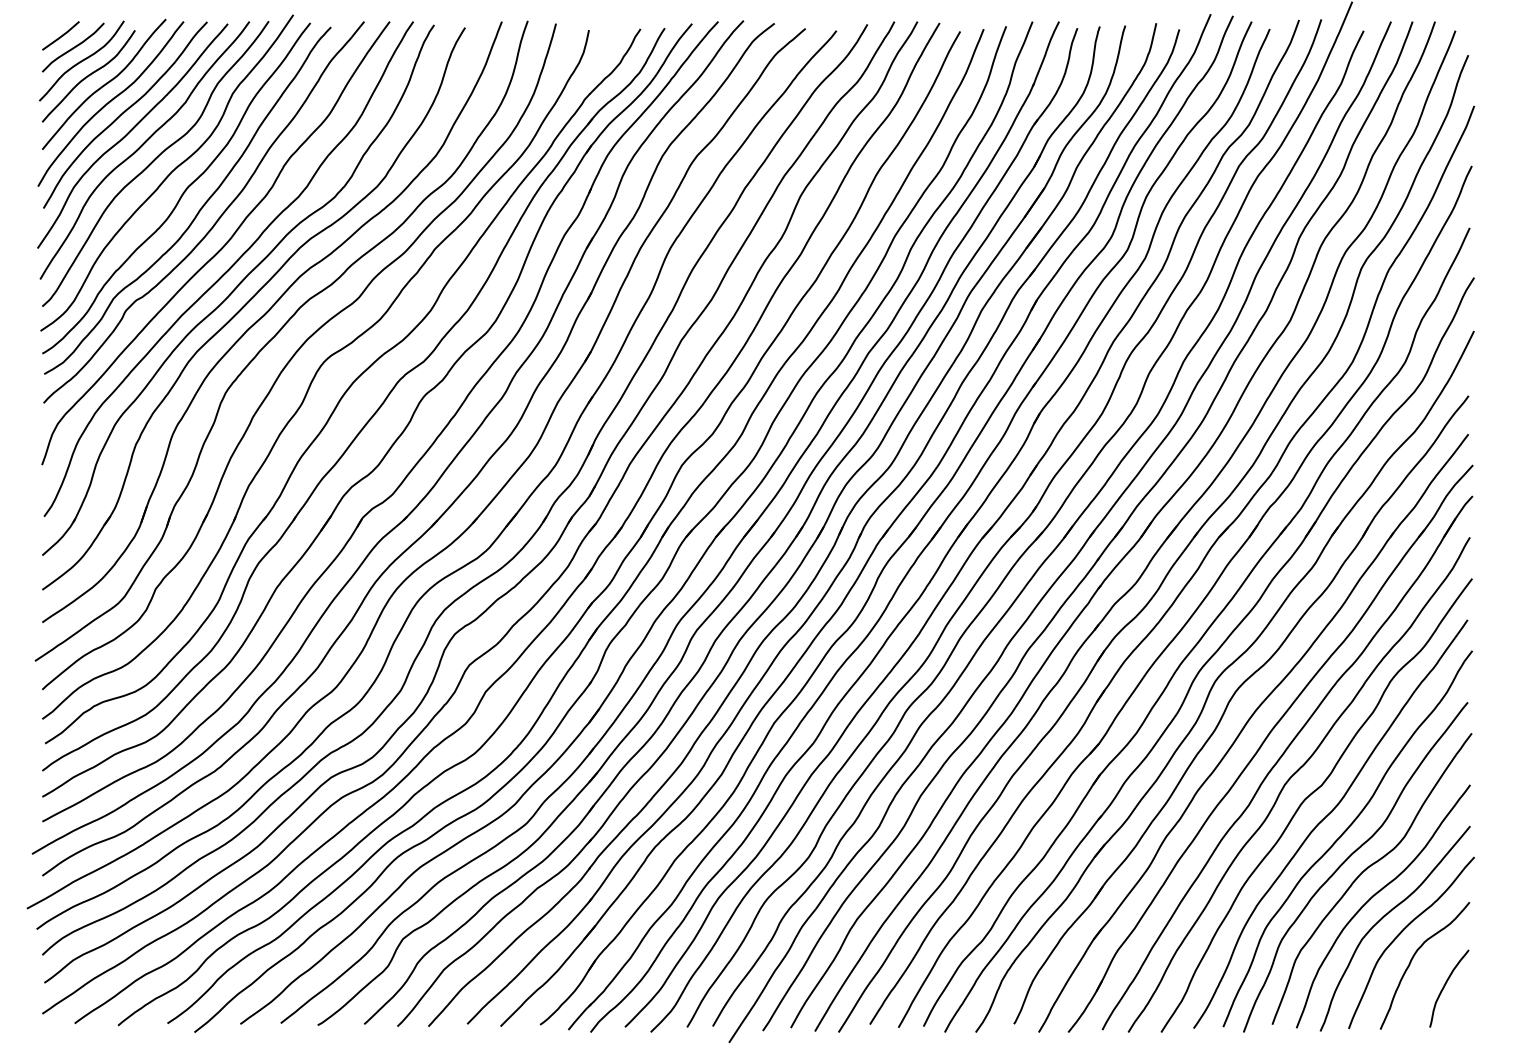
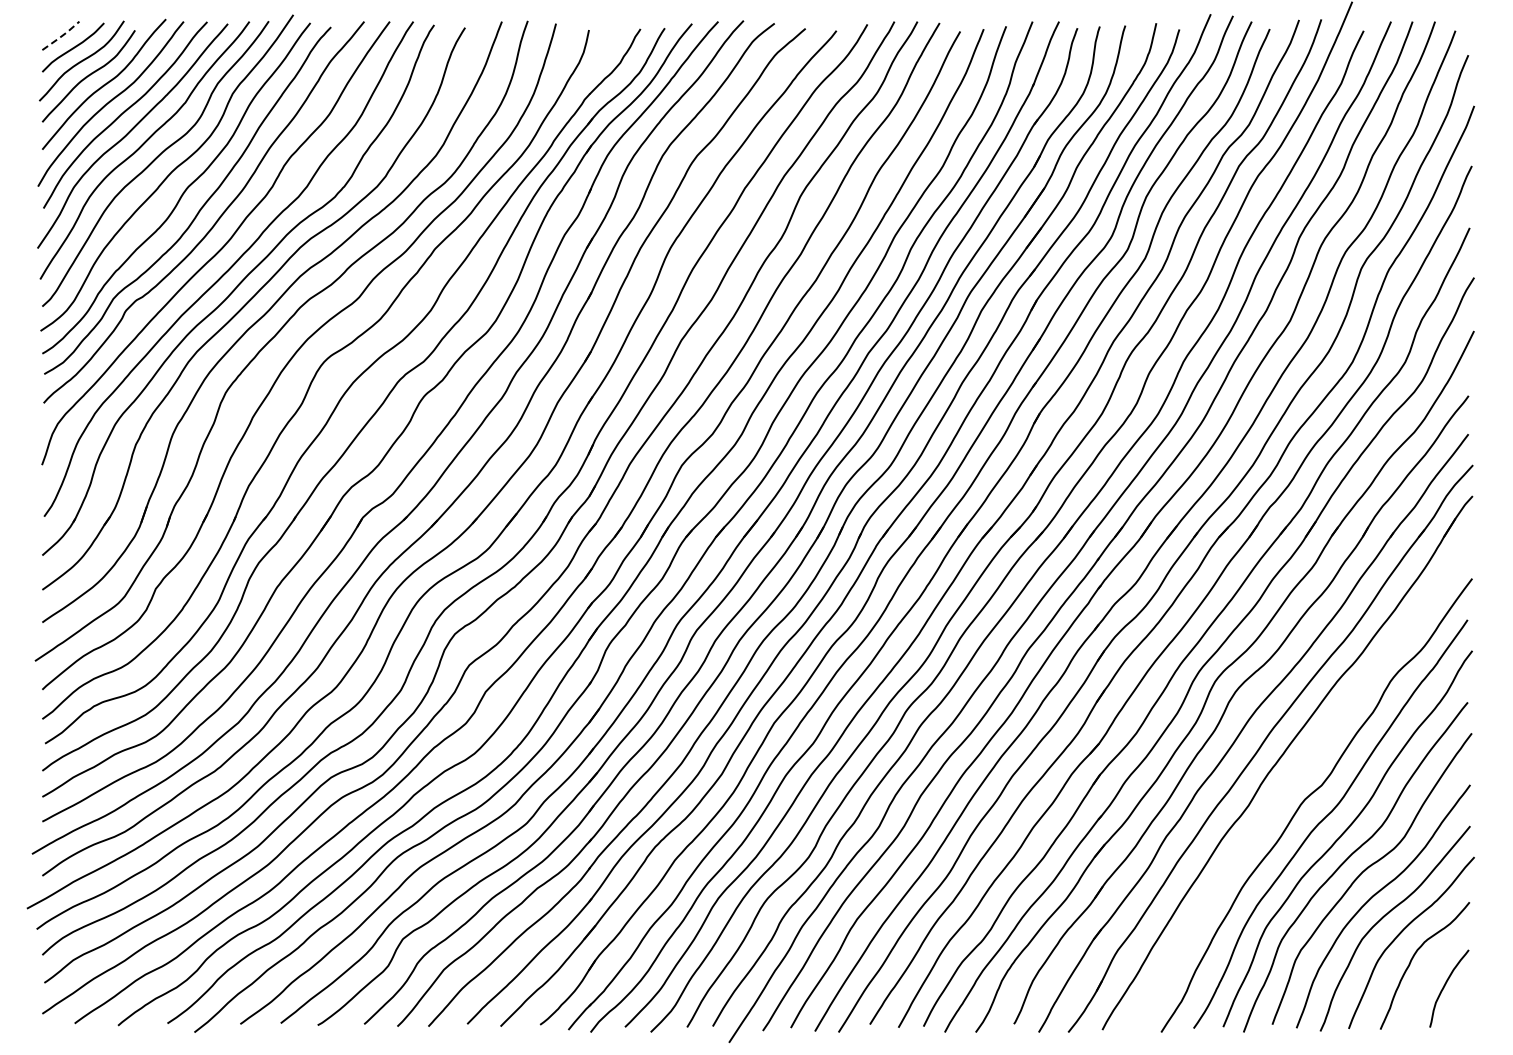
line at (61, 36): solid -> dashed
curve at (1292, 777): present -> none
